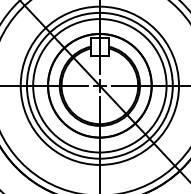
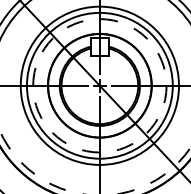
circle at (99, 85): solid -> dashed
arc at (72, 192): solid -> dashed
